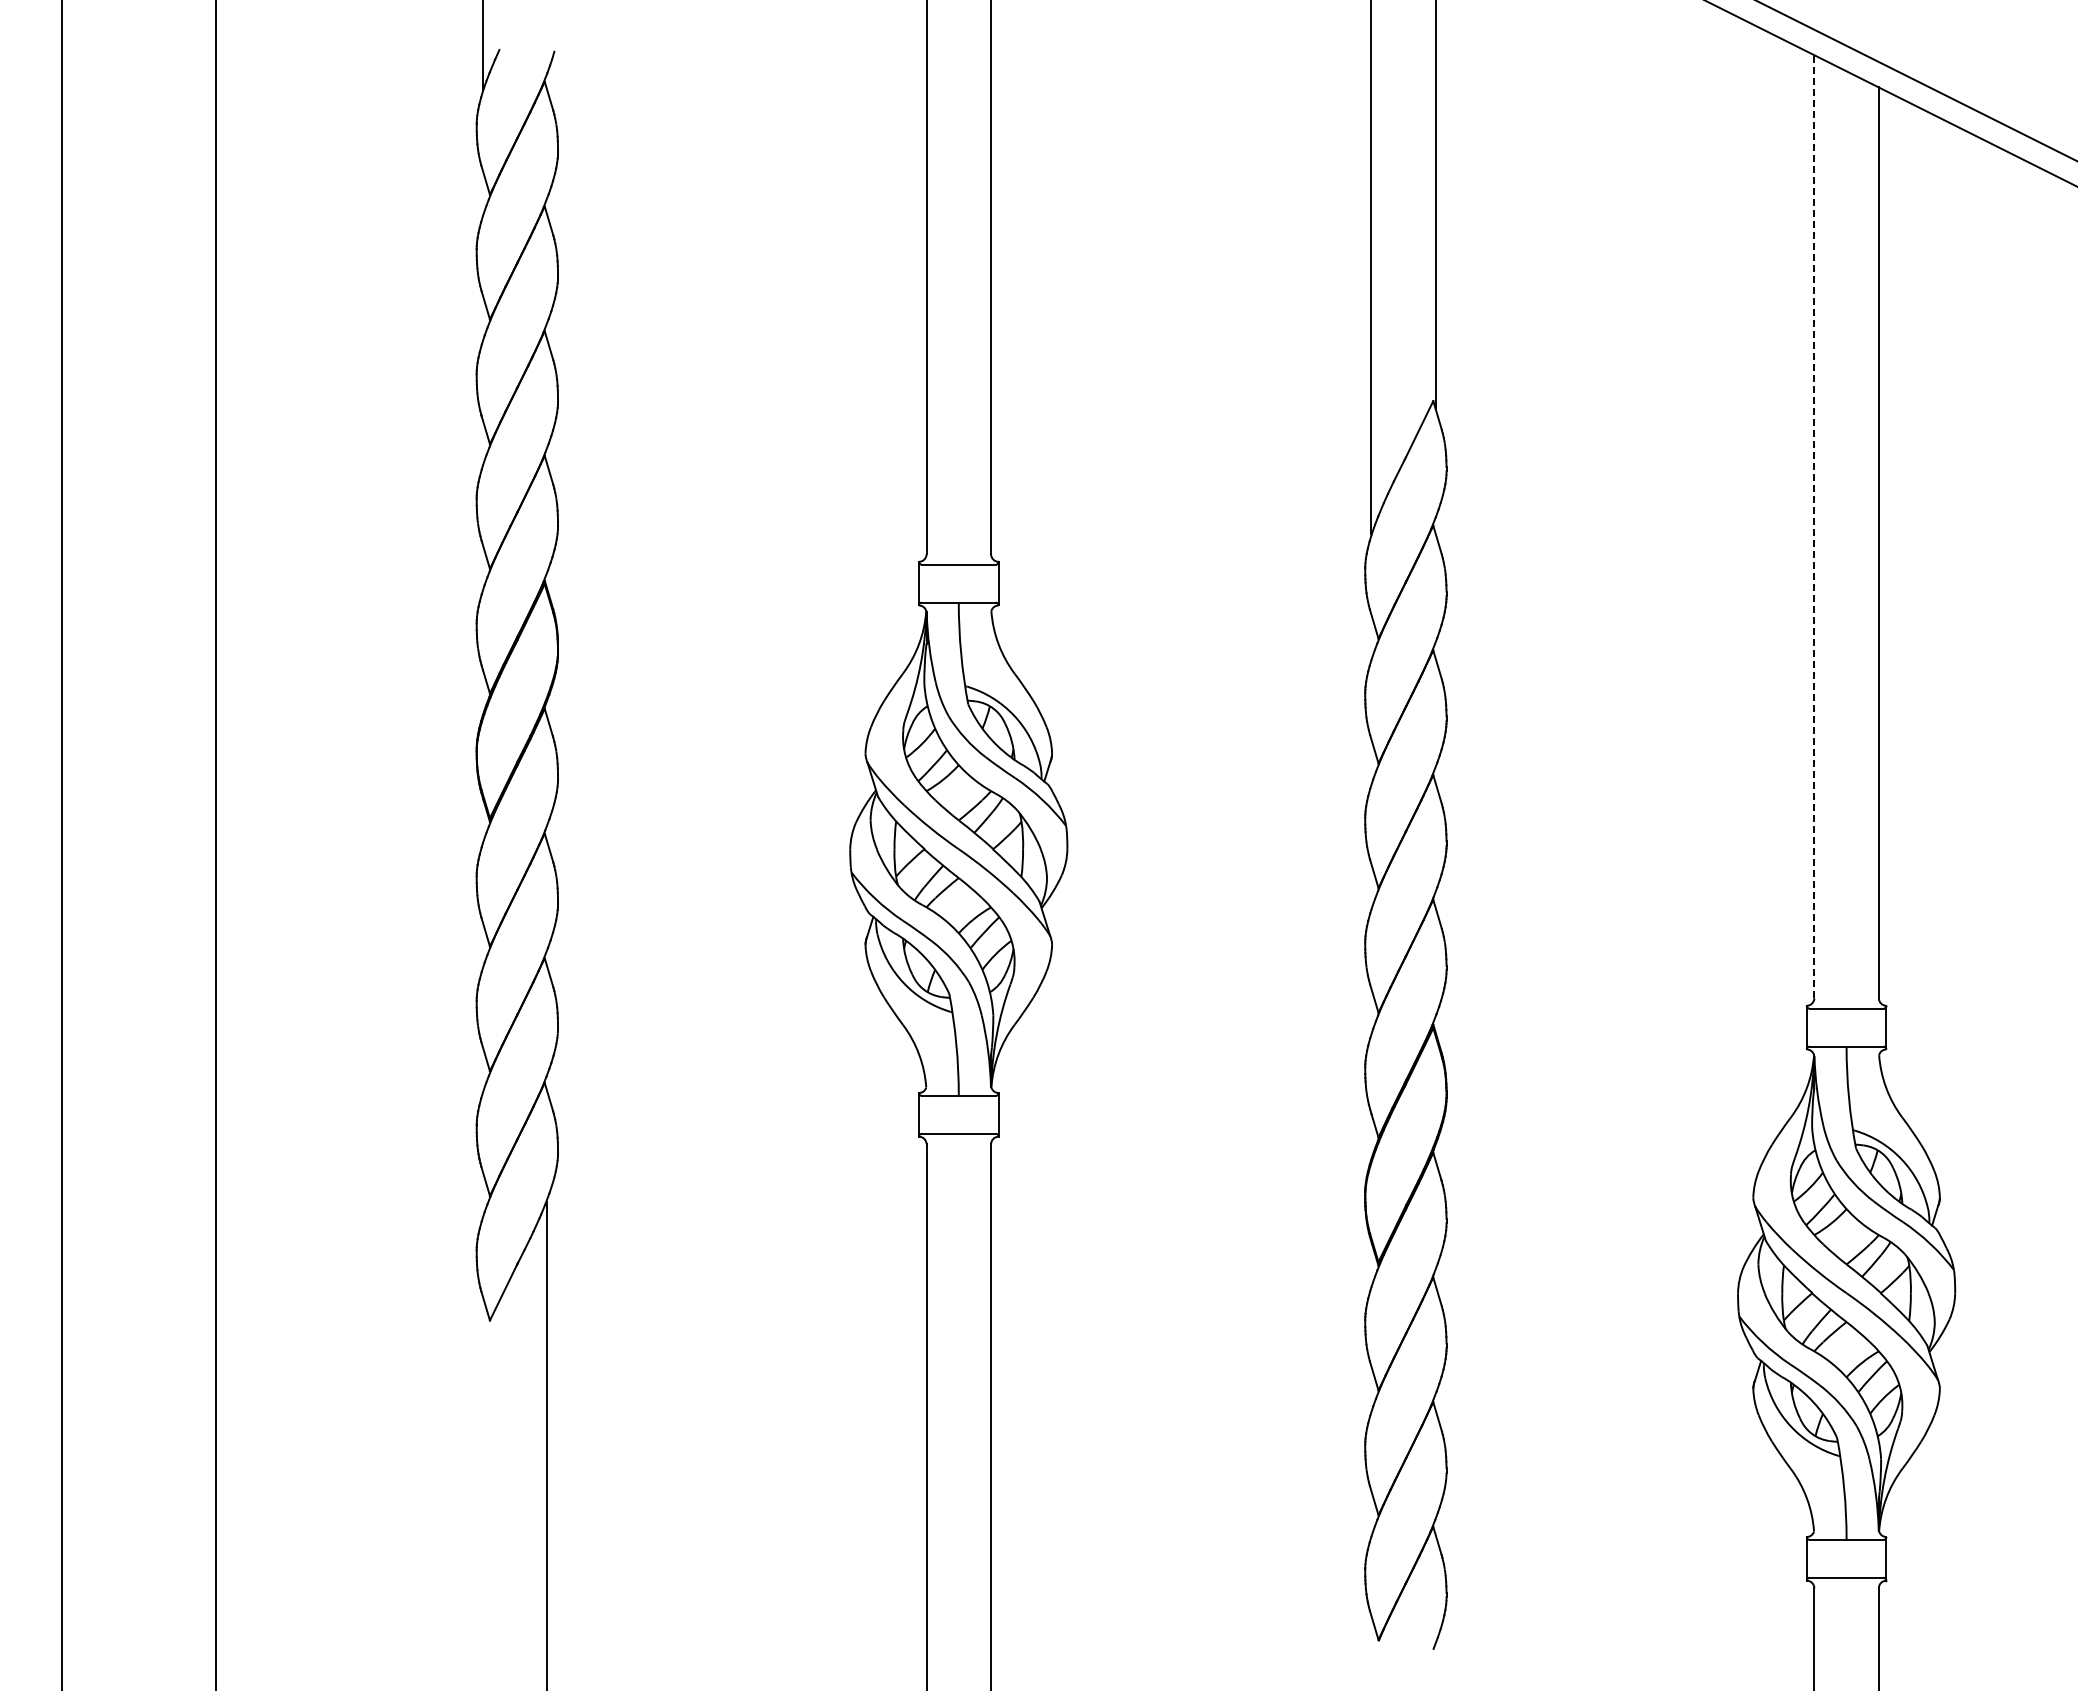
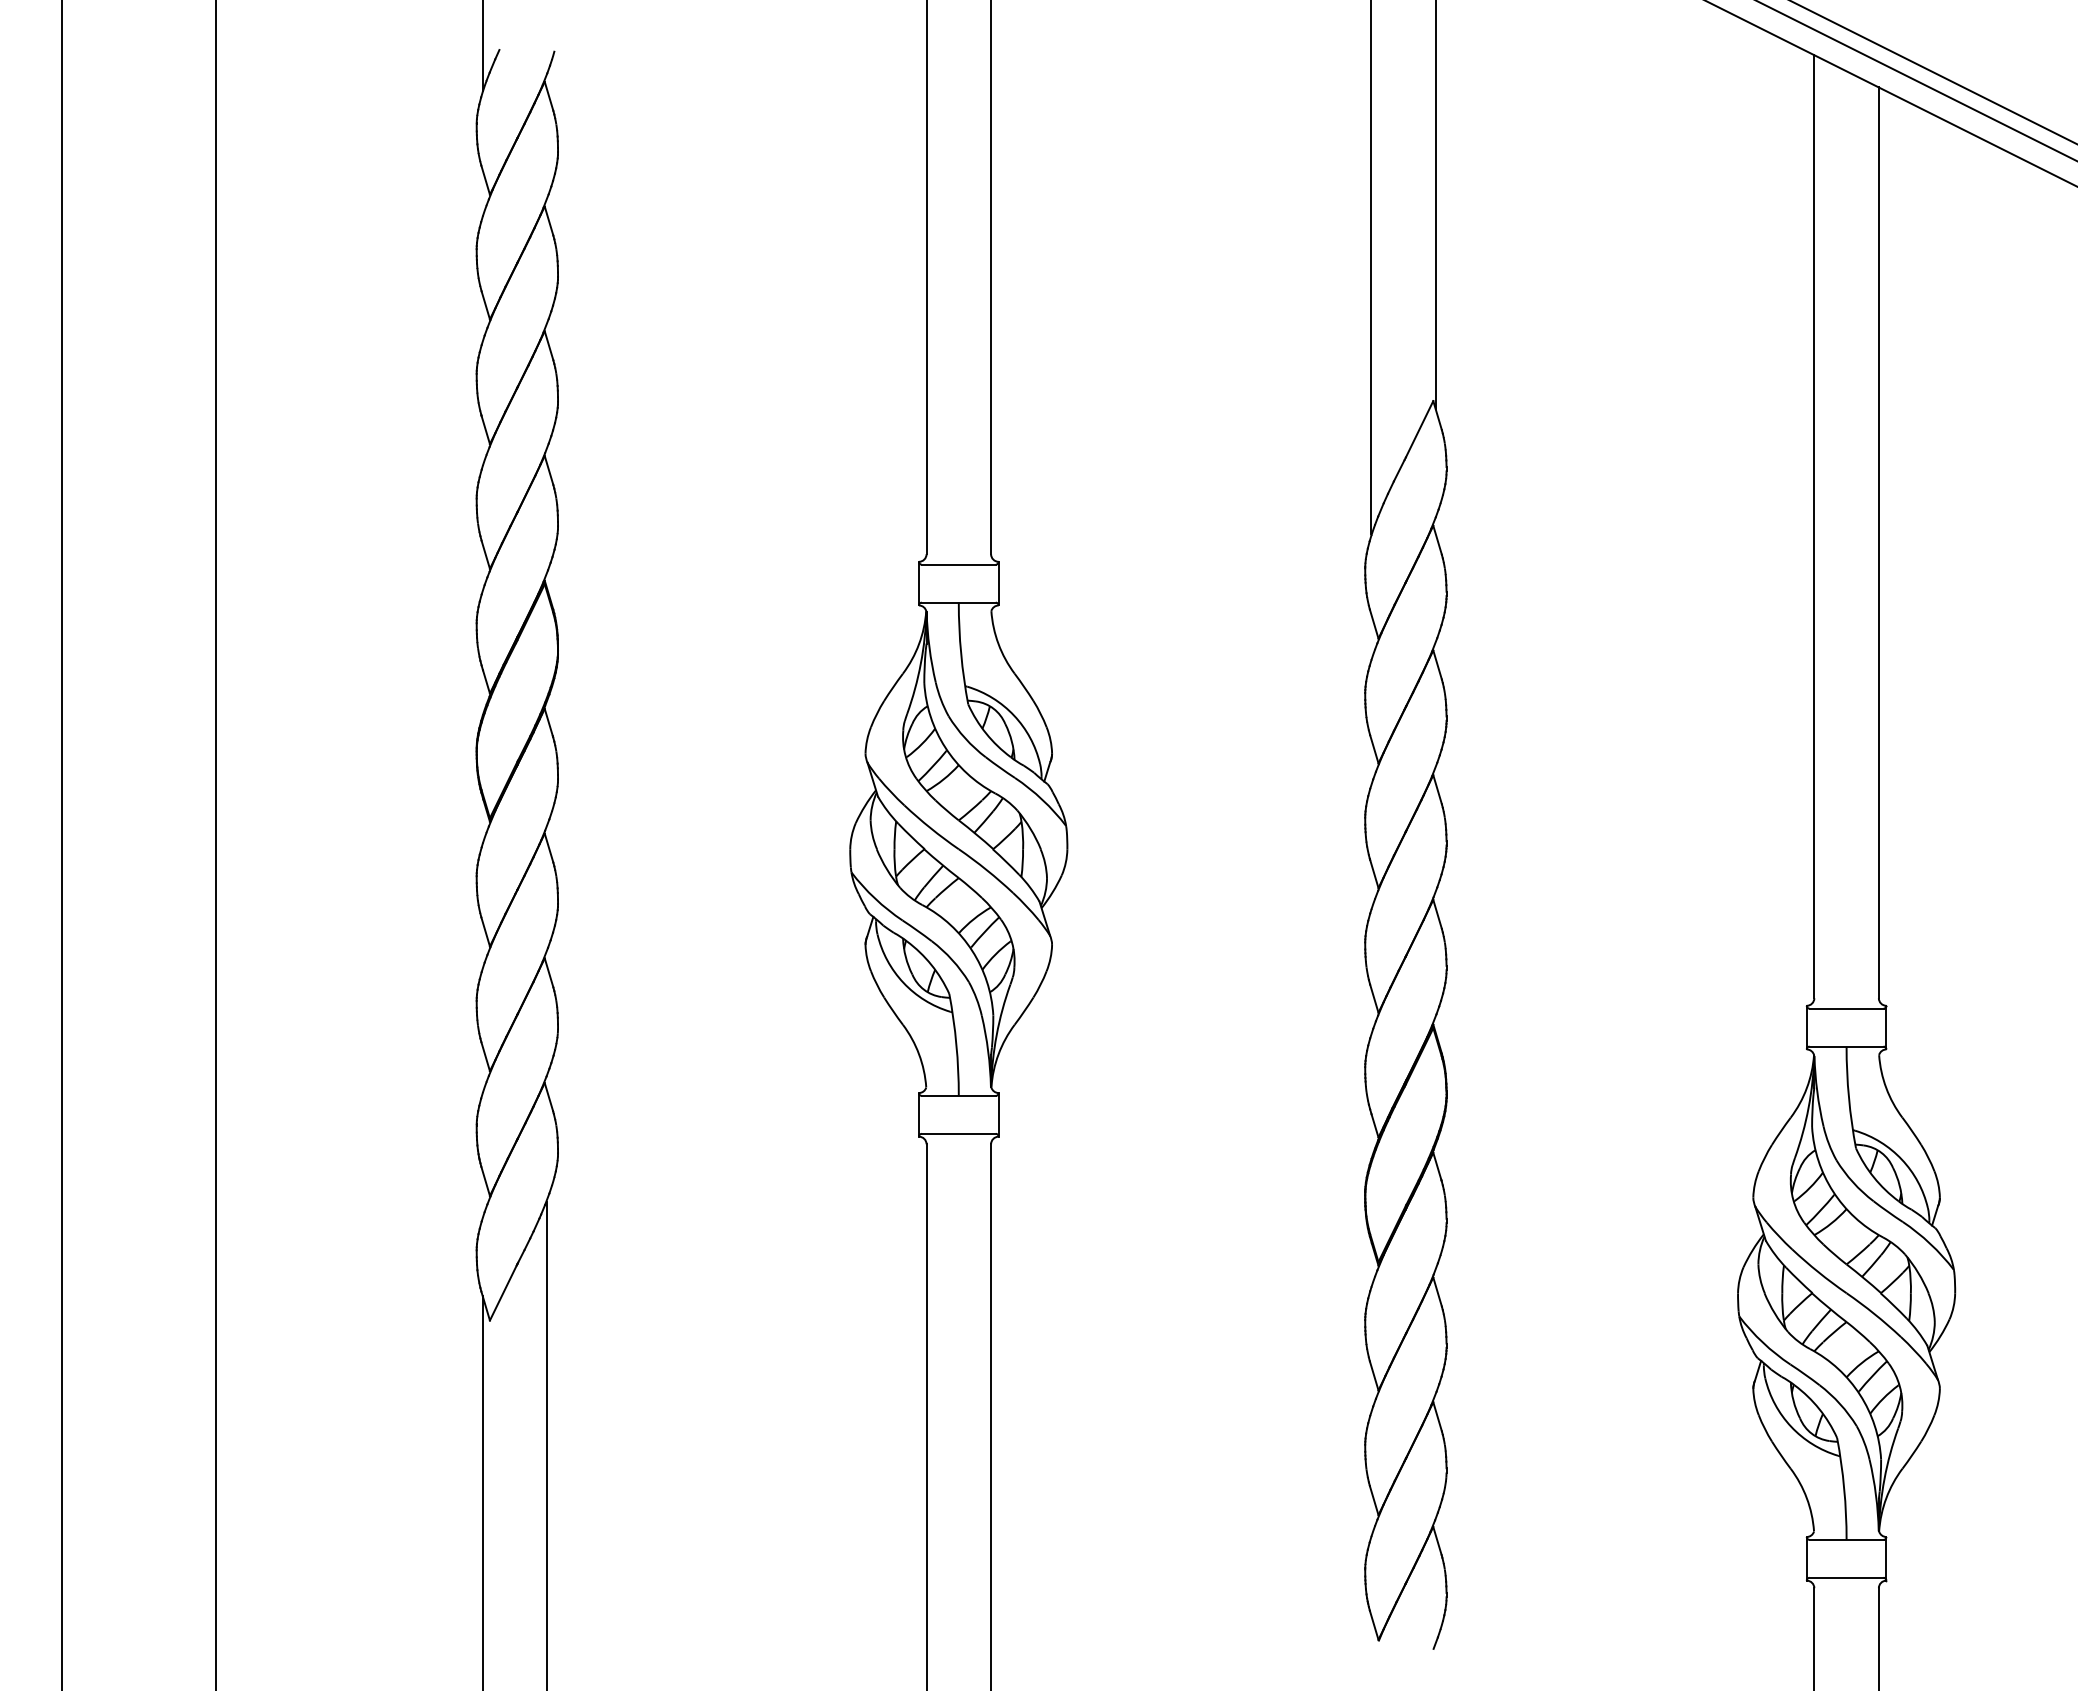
line at (1933, 72): none -> present
line at (1814, 526): dashed -> solid
line at (482, 1491): none -> present
